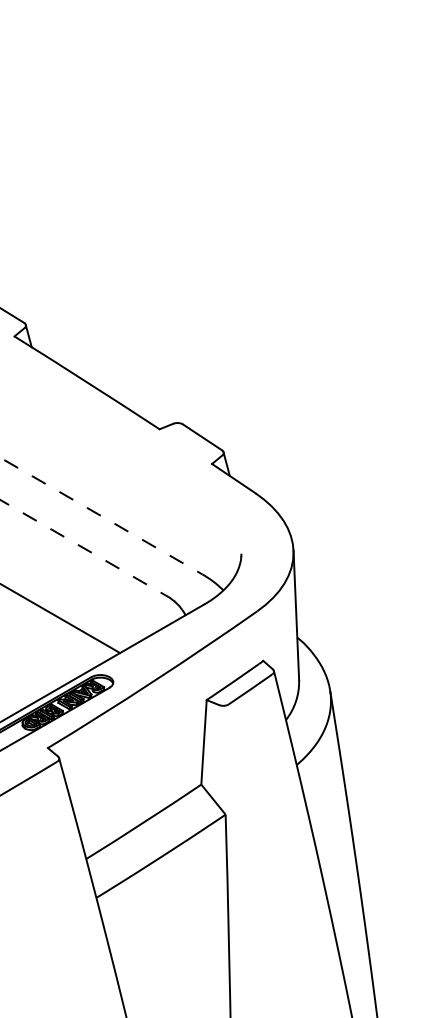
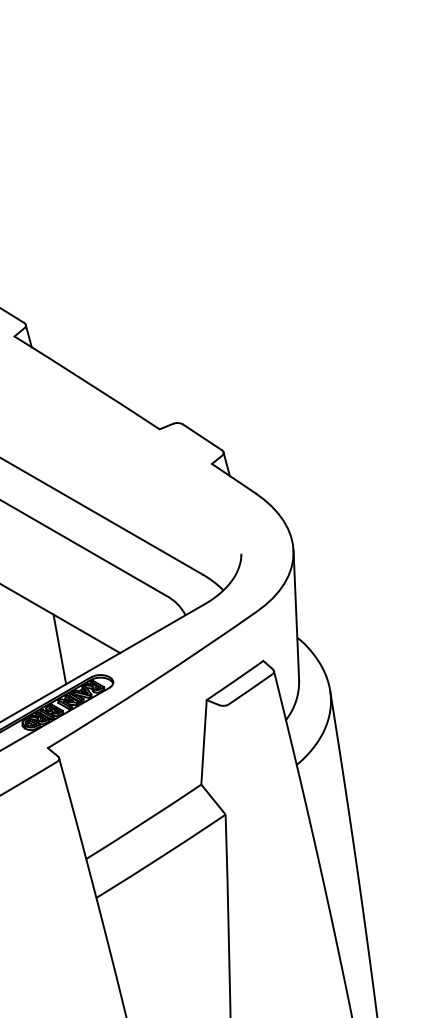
line at (102, 516): dashed -> solid
line at (83, 548): dashed -> solid
line at (59, 649): none -> present
